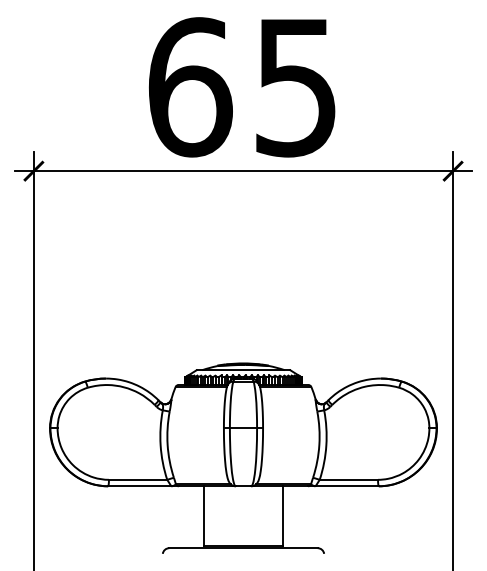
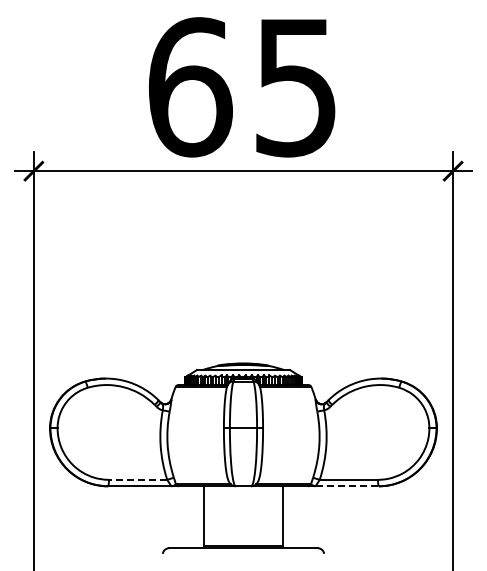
line at (137, 479): solid -> dashed
line at (347, 486): solid -> dashed
